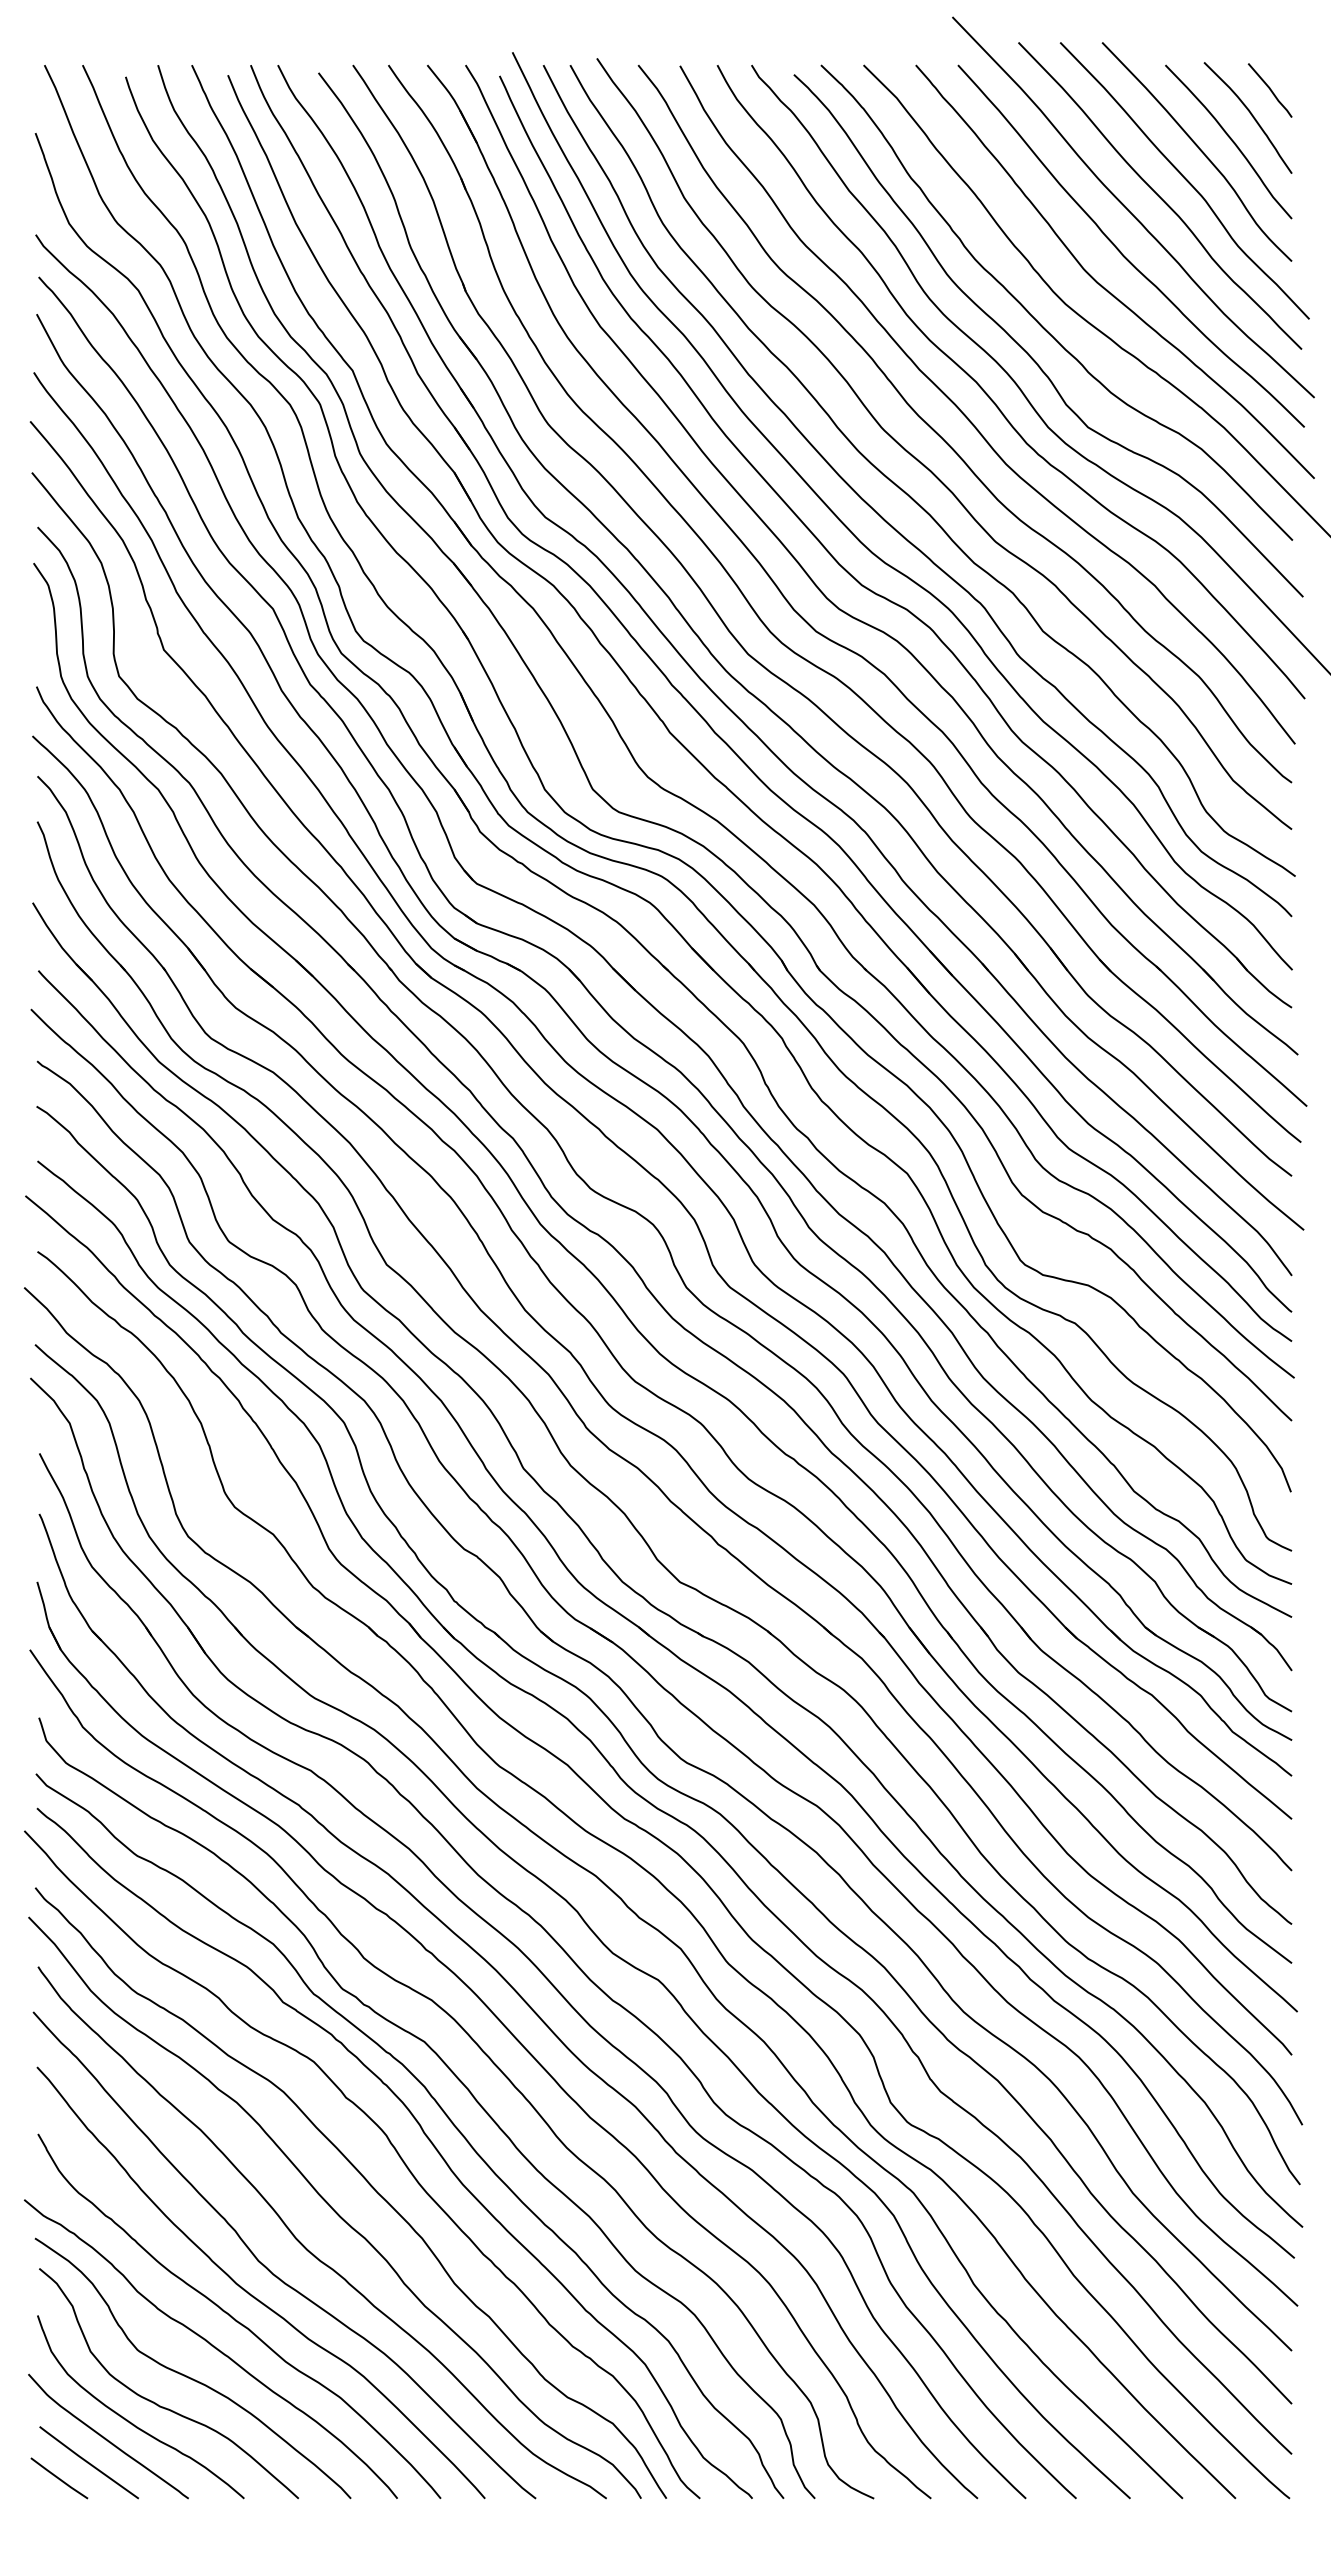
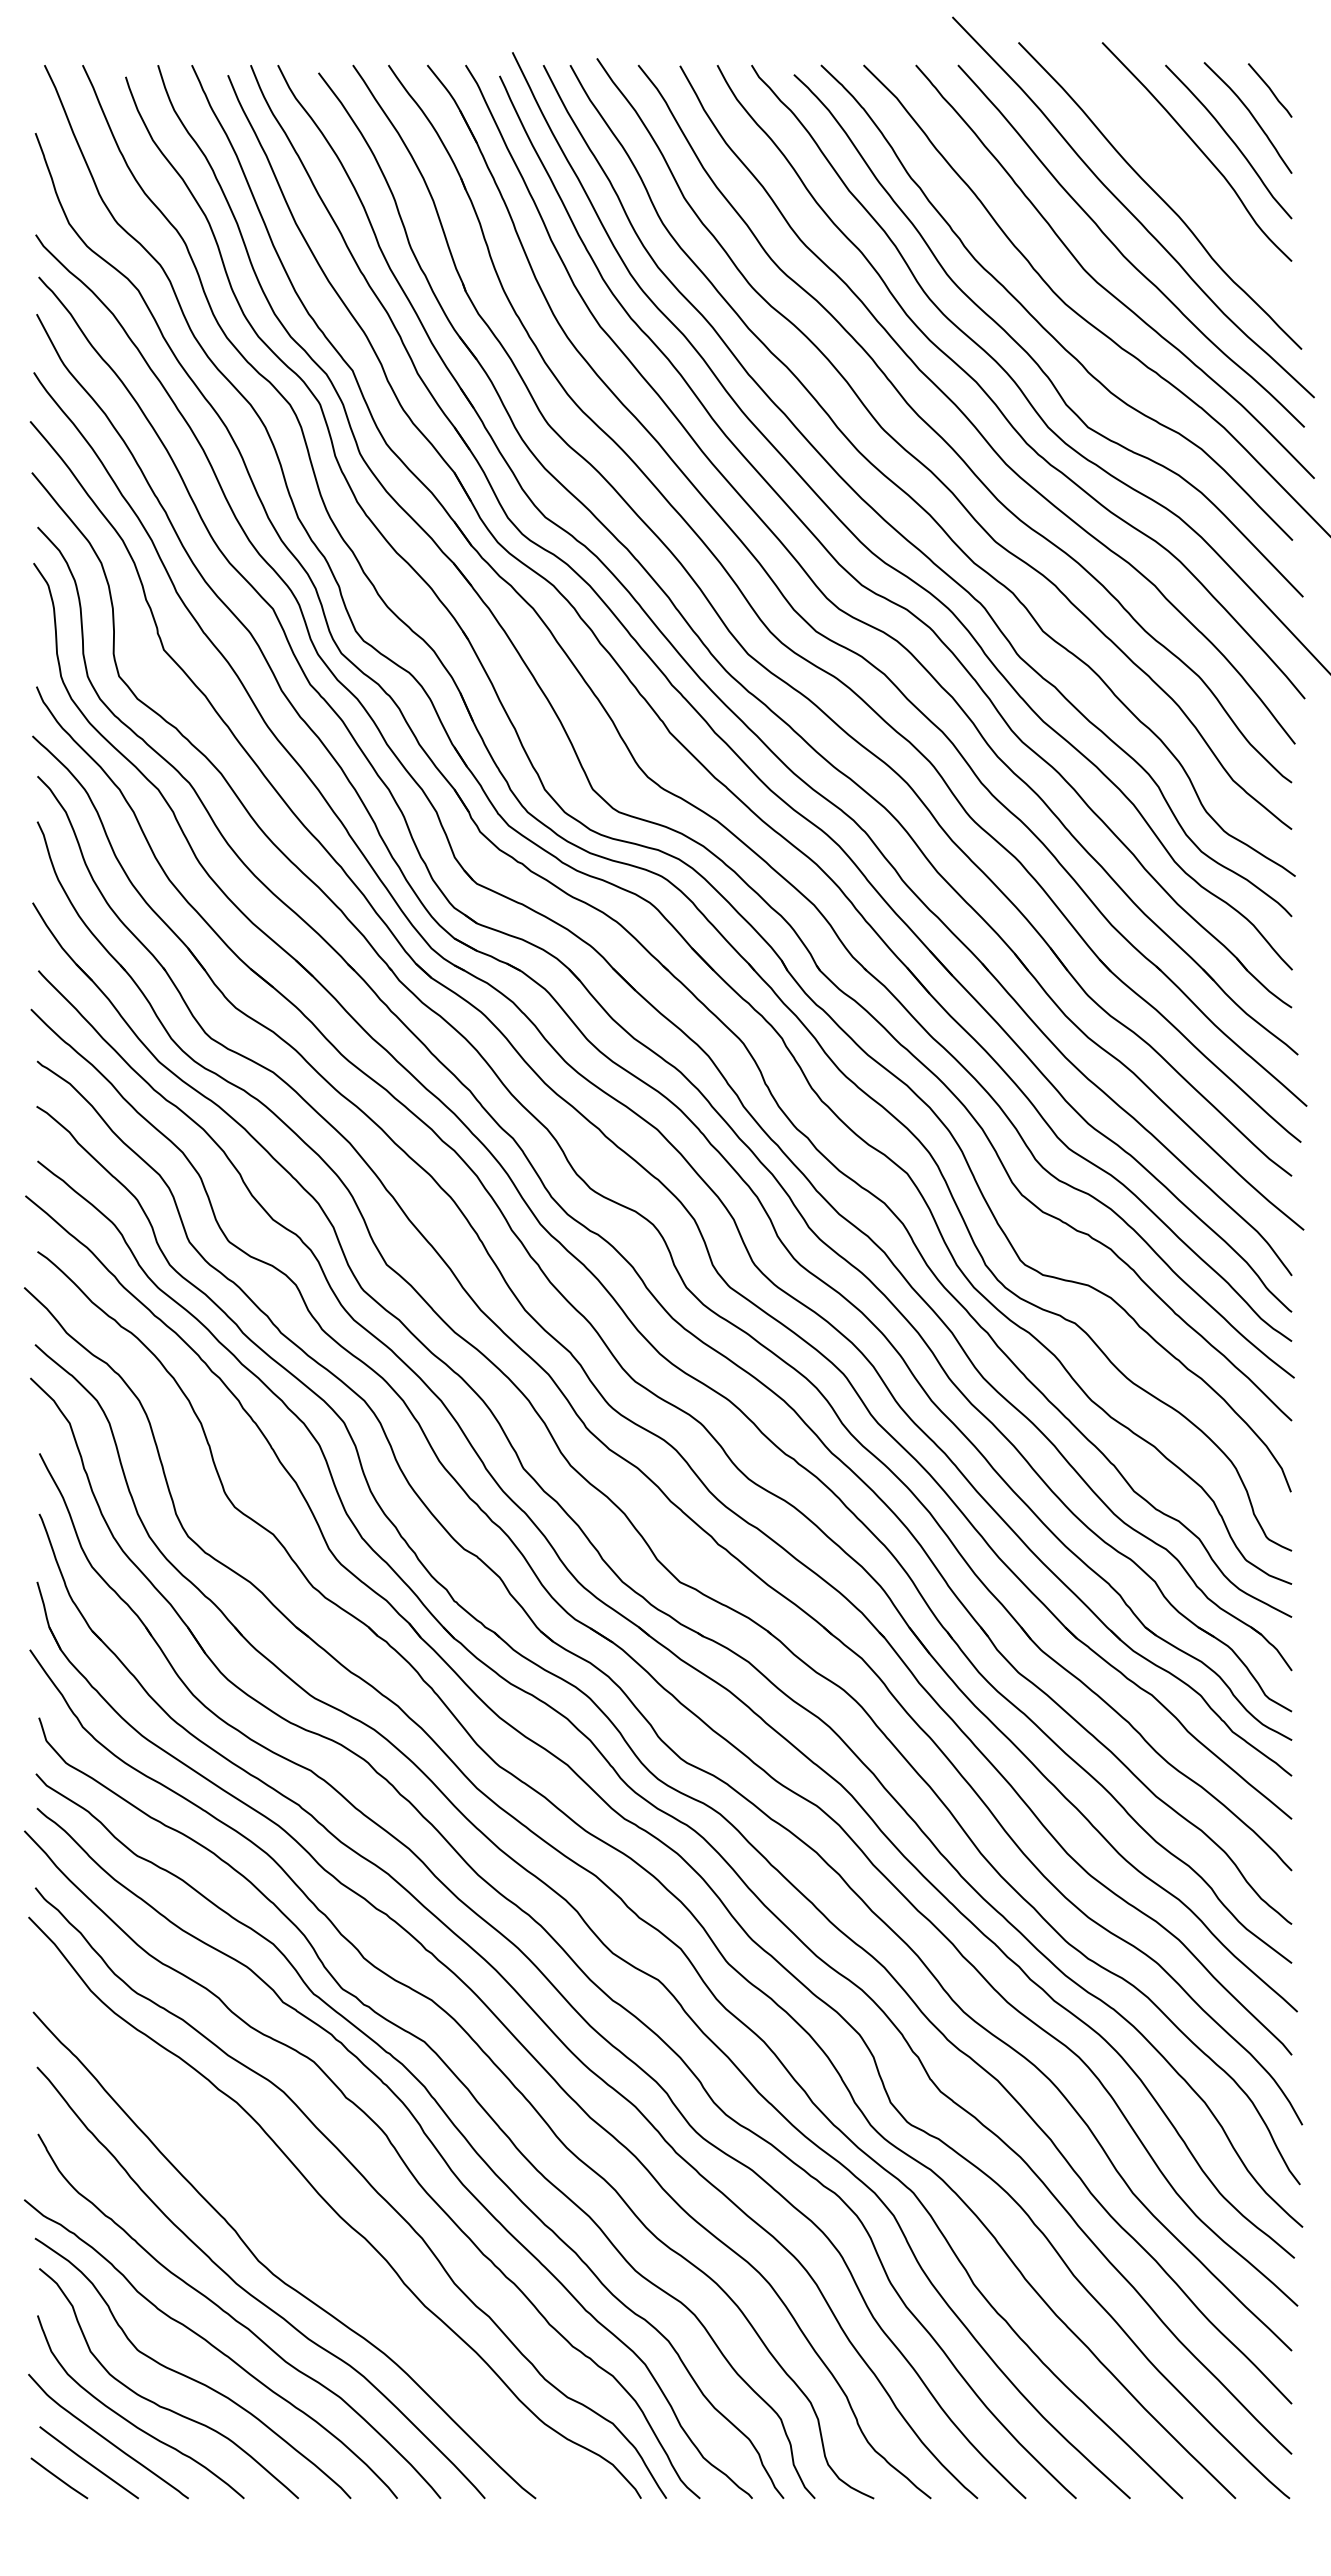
curve at (1184, 179): present -> none
curve at (306, 2247): present -> none
